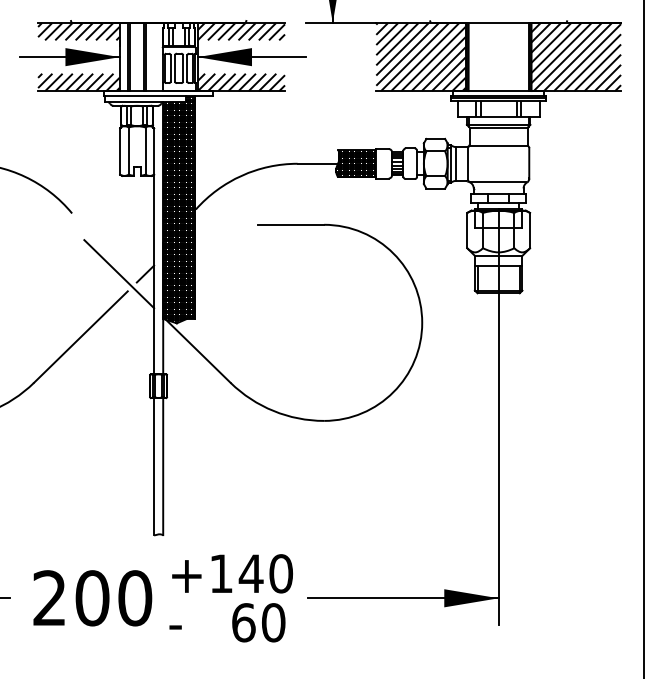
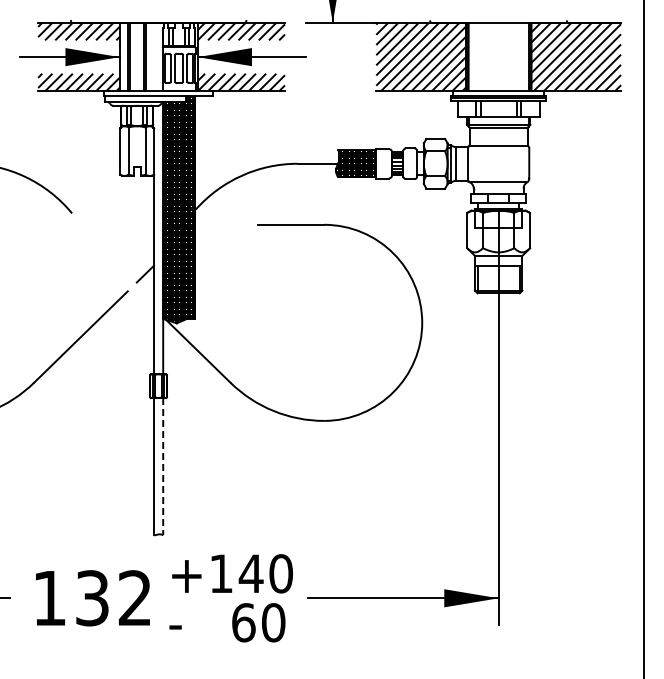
line at (119, 274): present -> none
line at (163, 466): solid -> dashed
text at (92, 598): 200 -> 132
